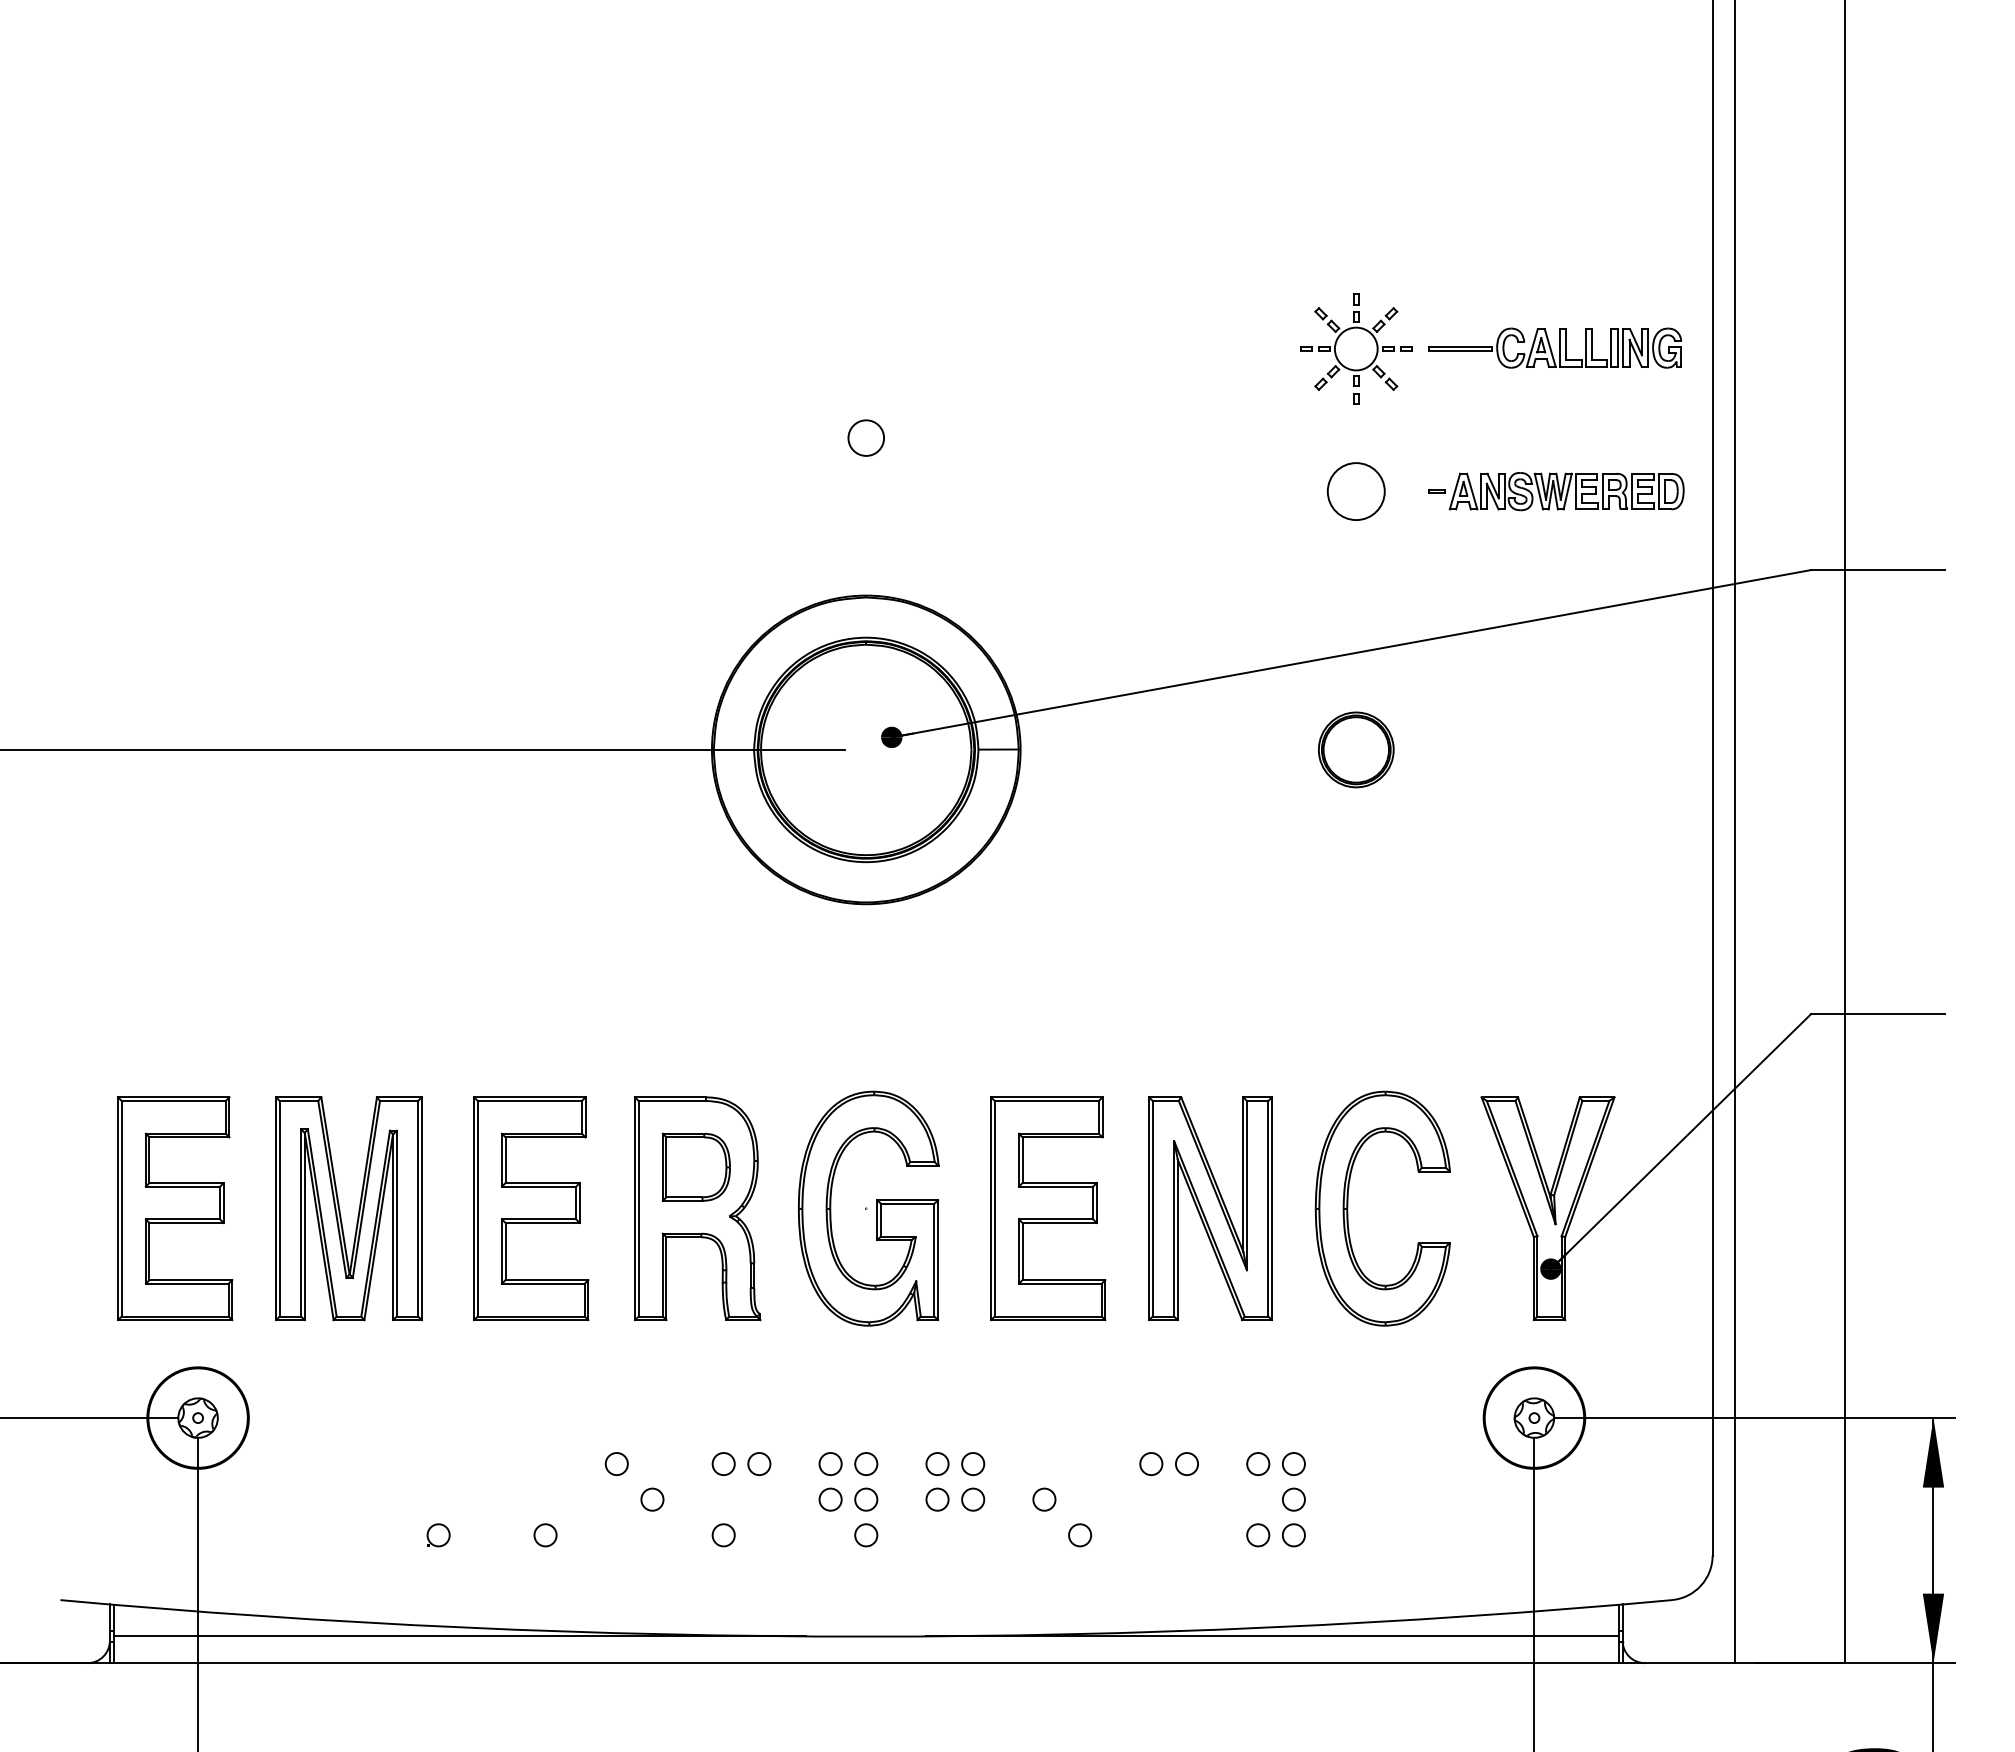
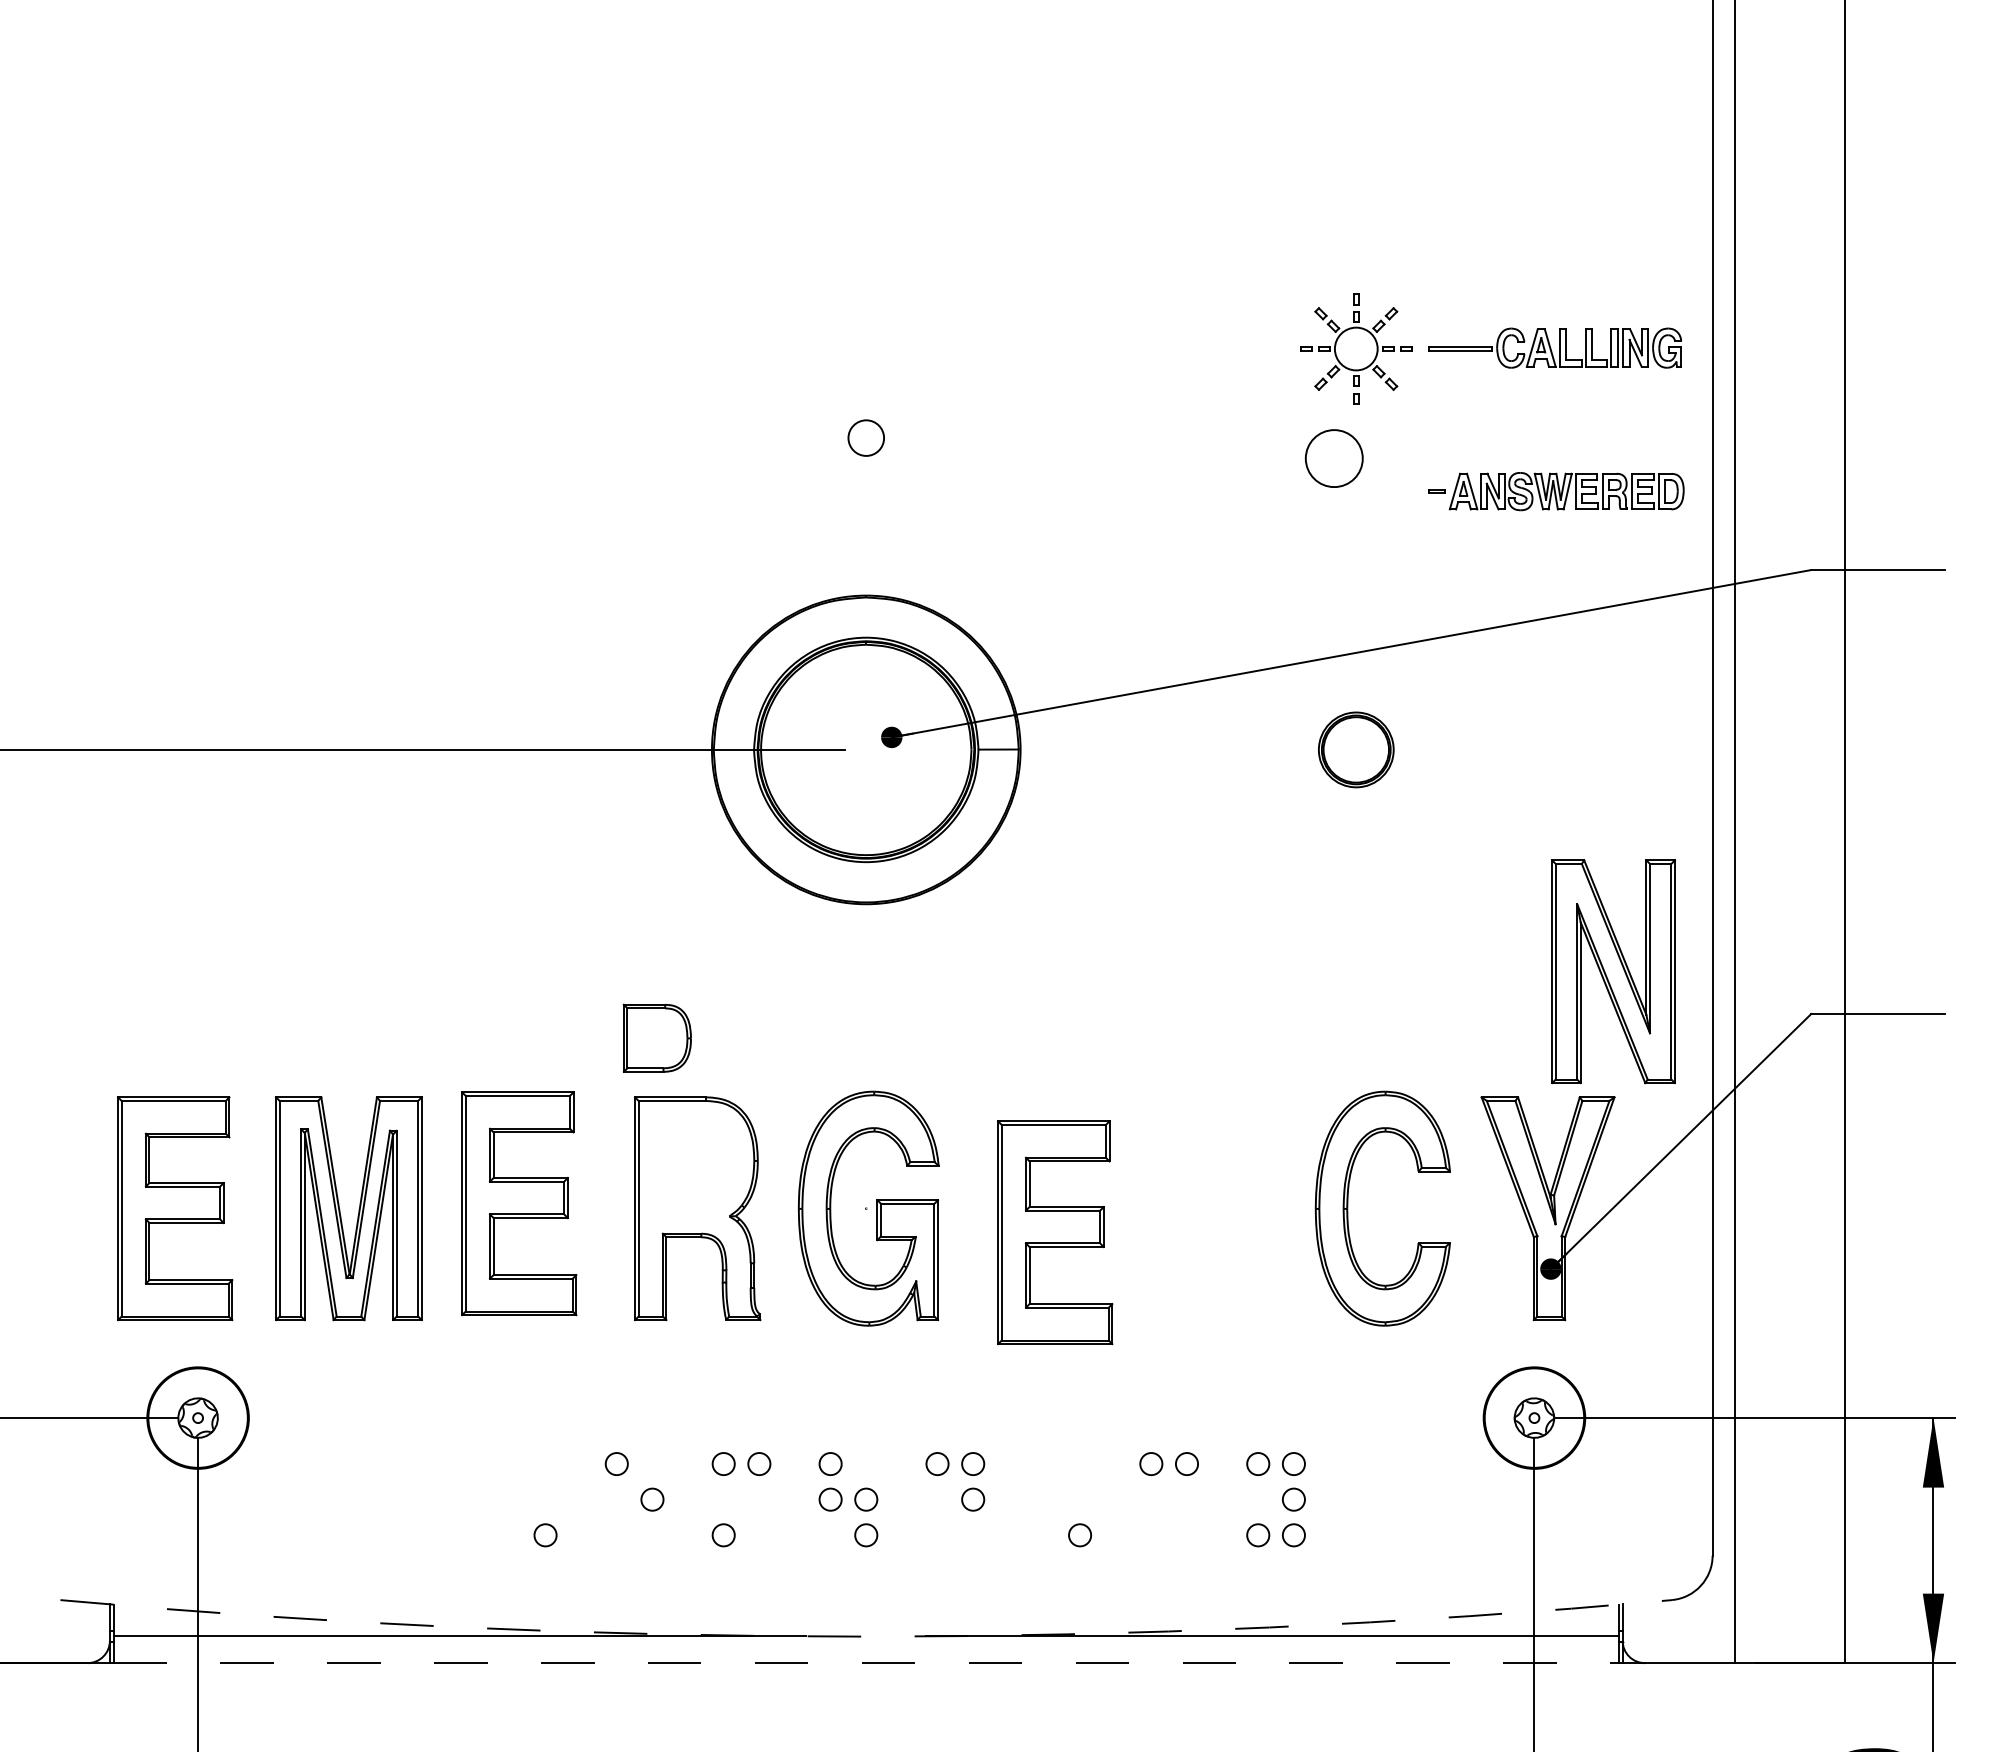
circle at (1355, 491) position: (1355, 491) -> (1333, 458)
part at (695, 1166) position: (695, 1166) -> (656, 1037)
part at (531, 1208) position: (531, 1208) -> (519, 1203)
part at (1048, 1208) position: (1048, 1208) -> (1055, 1232)
part at (1210, 1208) position: (1210, 1208) -> (1613, 971)
circle at (866, 1463): present -> none
circle at (937, 1499): present -> none
circle at (1044, 1499): present -> none
part at (438, 1535): present -> none
arc at (866, 1636): solid -> dashed
line at (866, 1663): solid -> dashed
